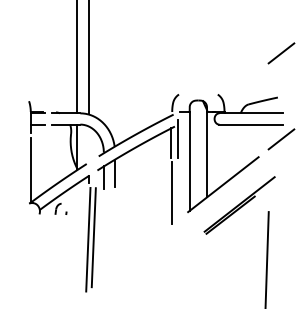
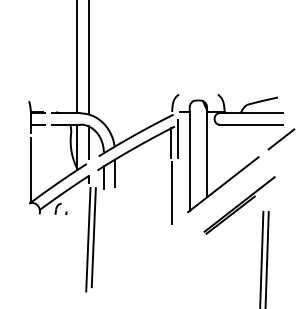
line at (281, 53): present -> none
line at (88, 142): none -> present
line at (261, 258): none -> present
